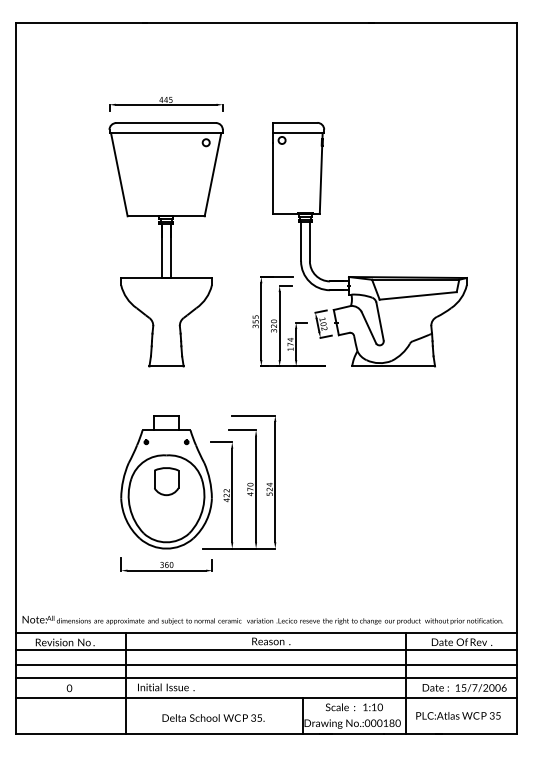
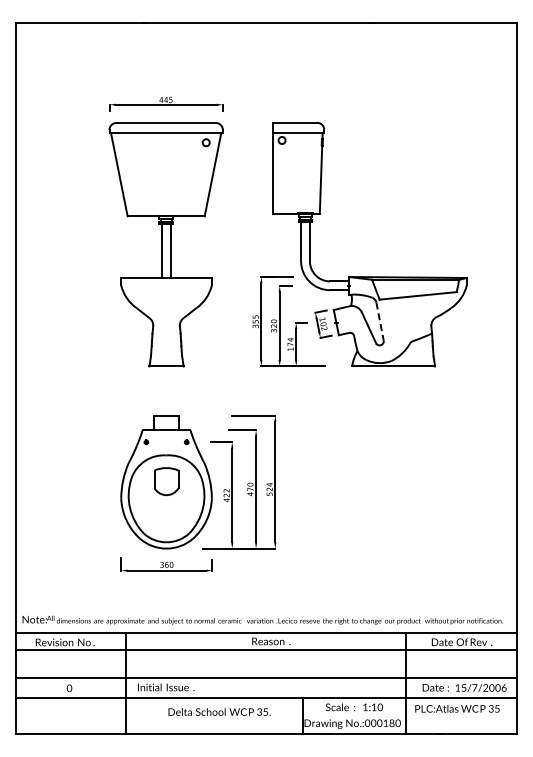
line at (380, 322): solid -> dashed
line at (266, 664): present -> none
text at (458, 715) position: (458, 715) -> (457, 708)
text at (213, 717) position: (213, 717) -> (219, 711)
